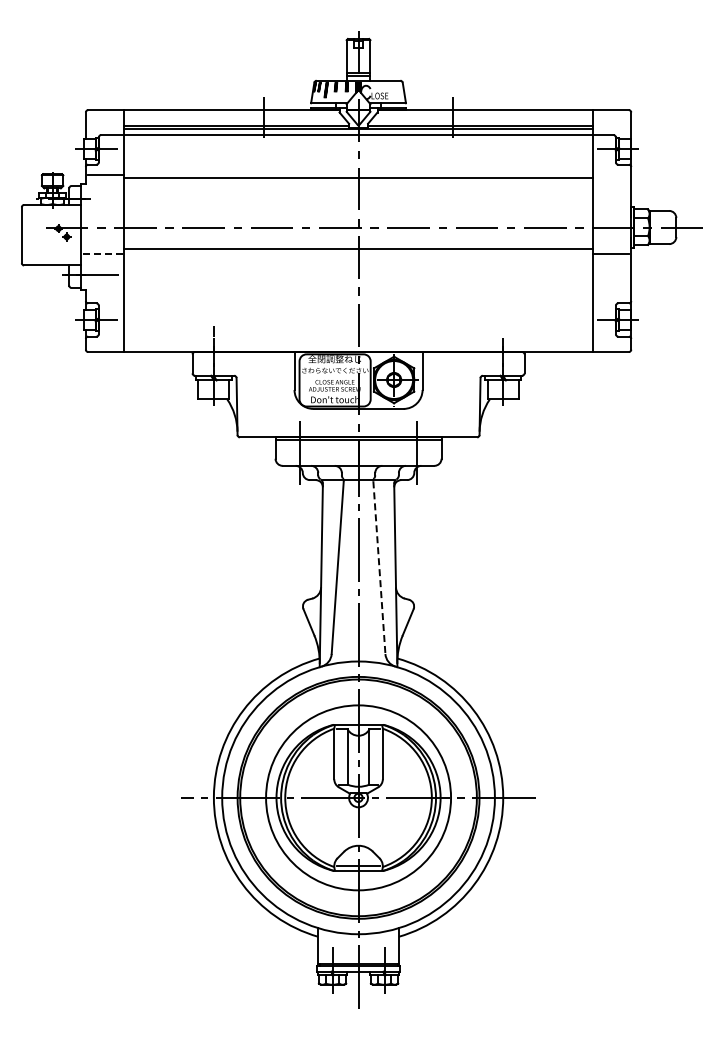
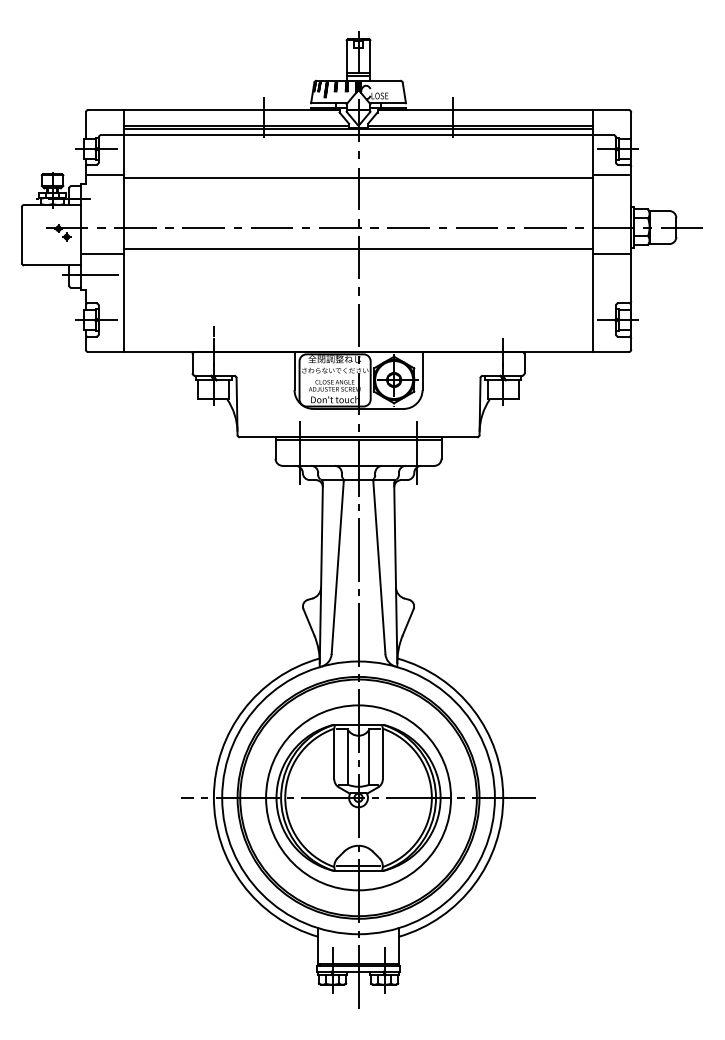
line at (610, 174): none -> present
line at (104, 253): dashed -> solid
line at (379, 567): dashed -> solid
